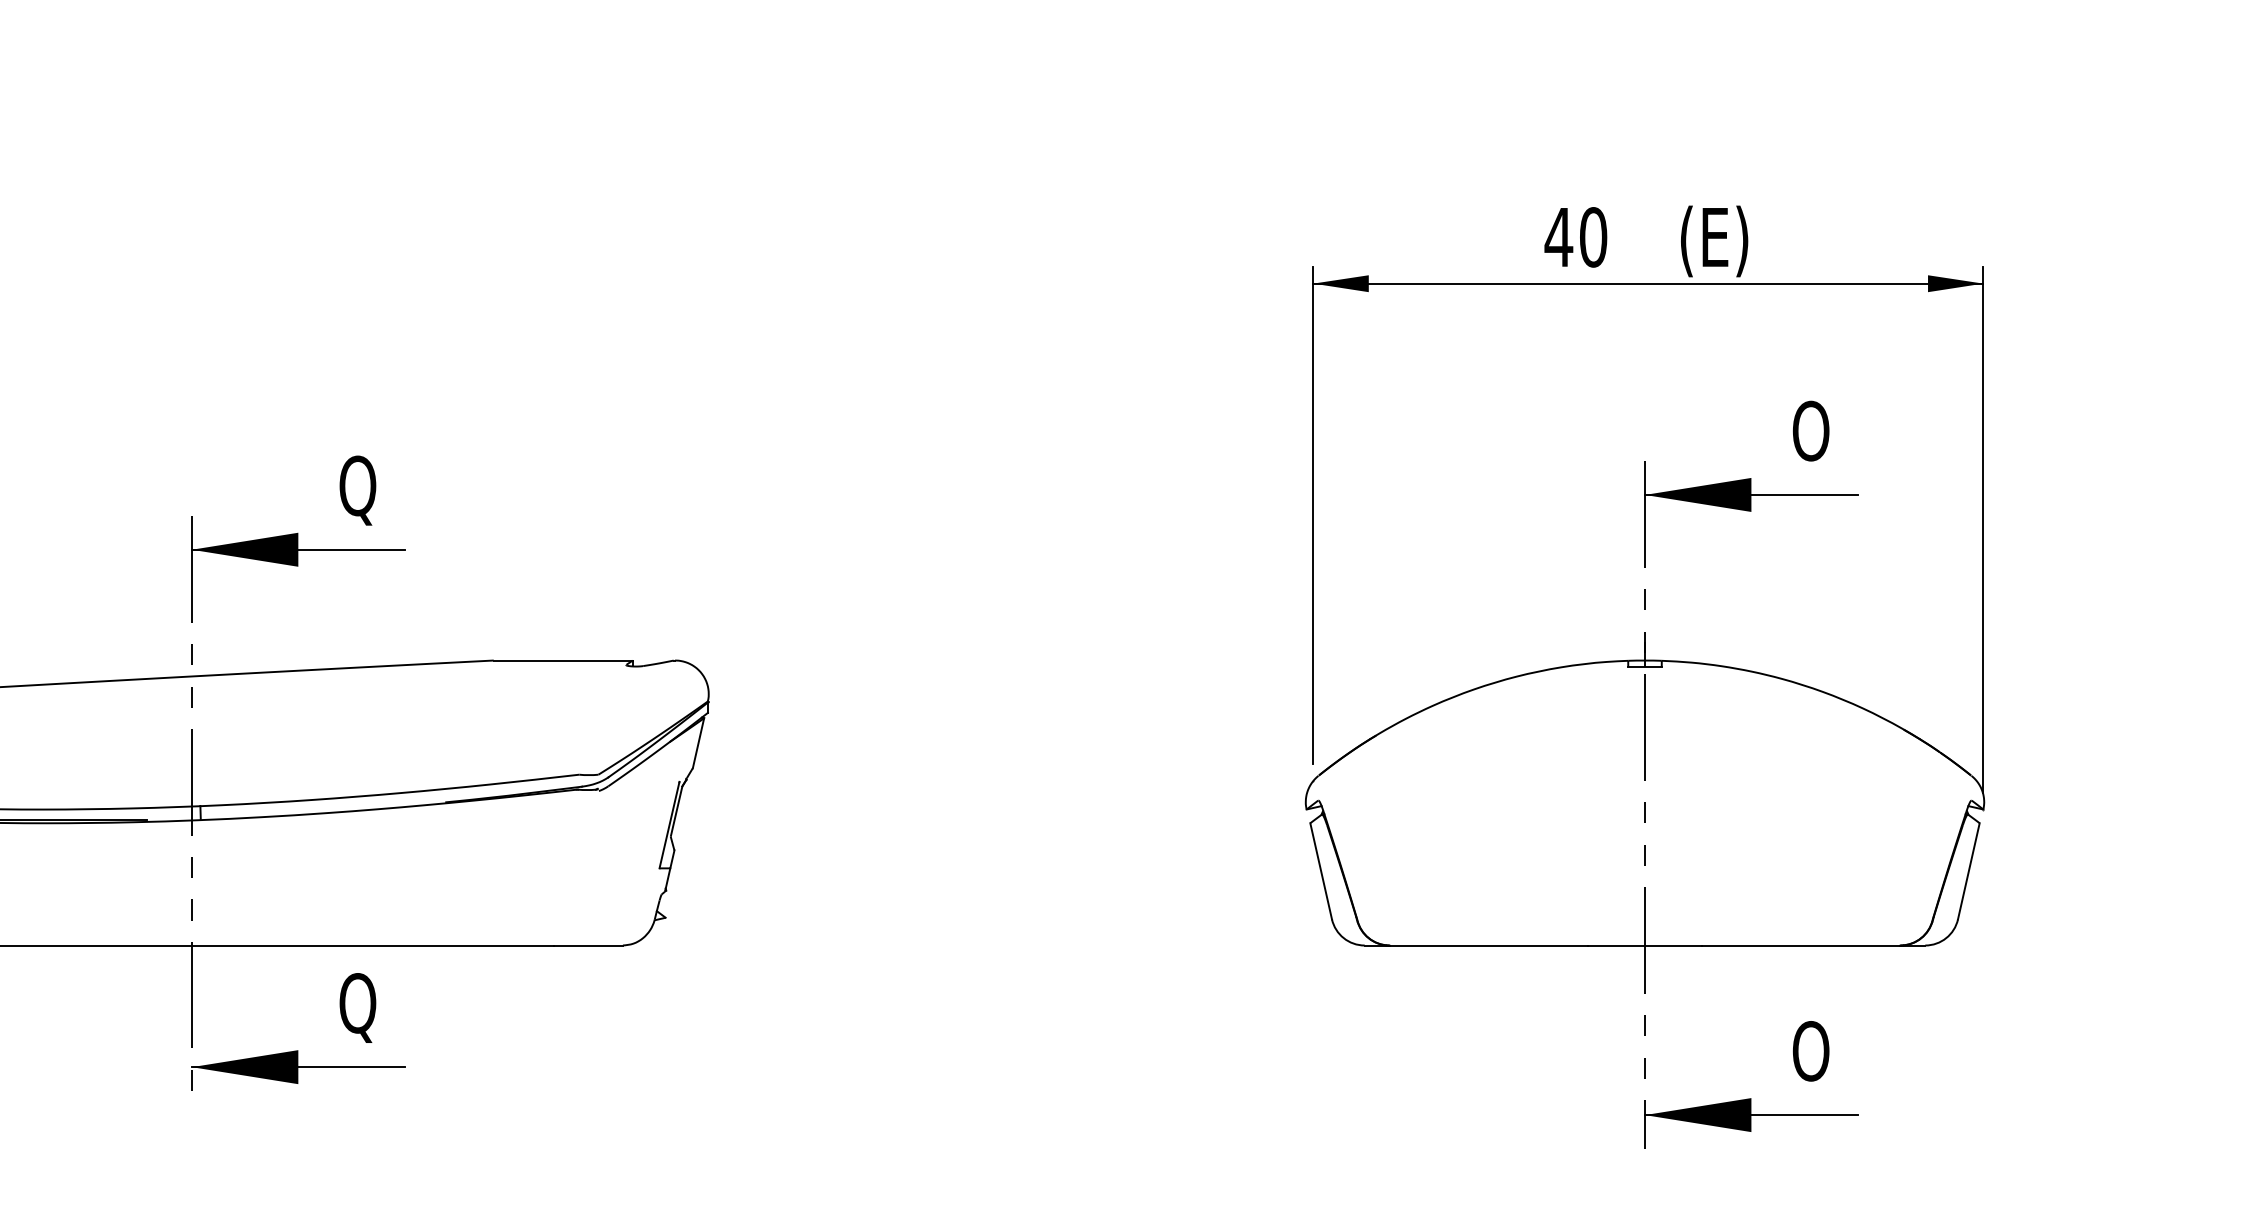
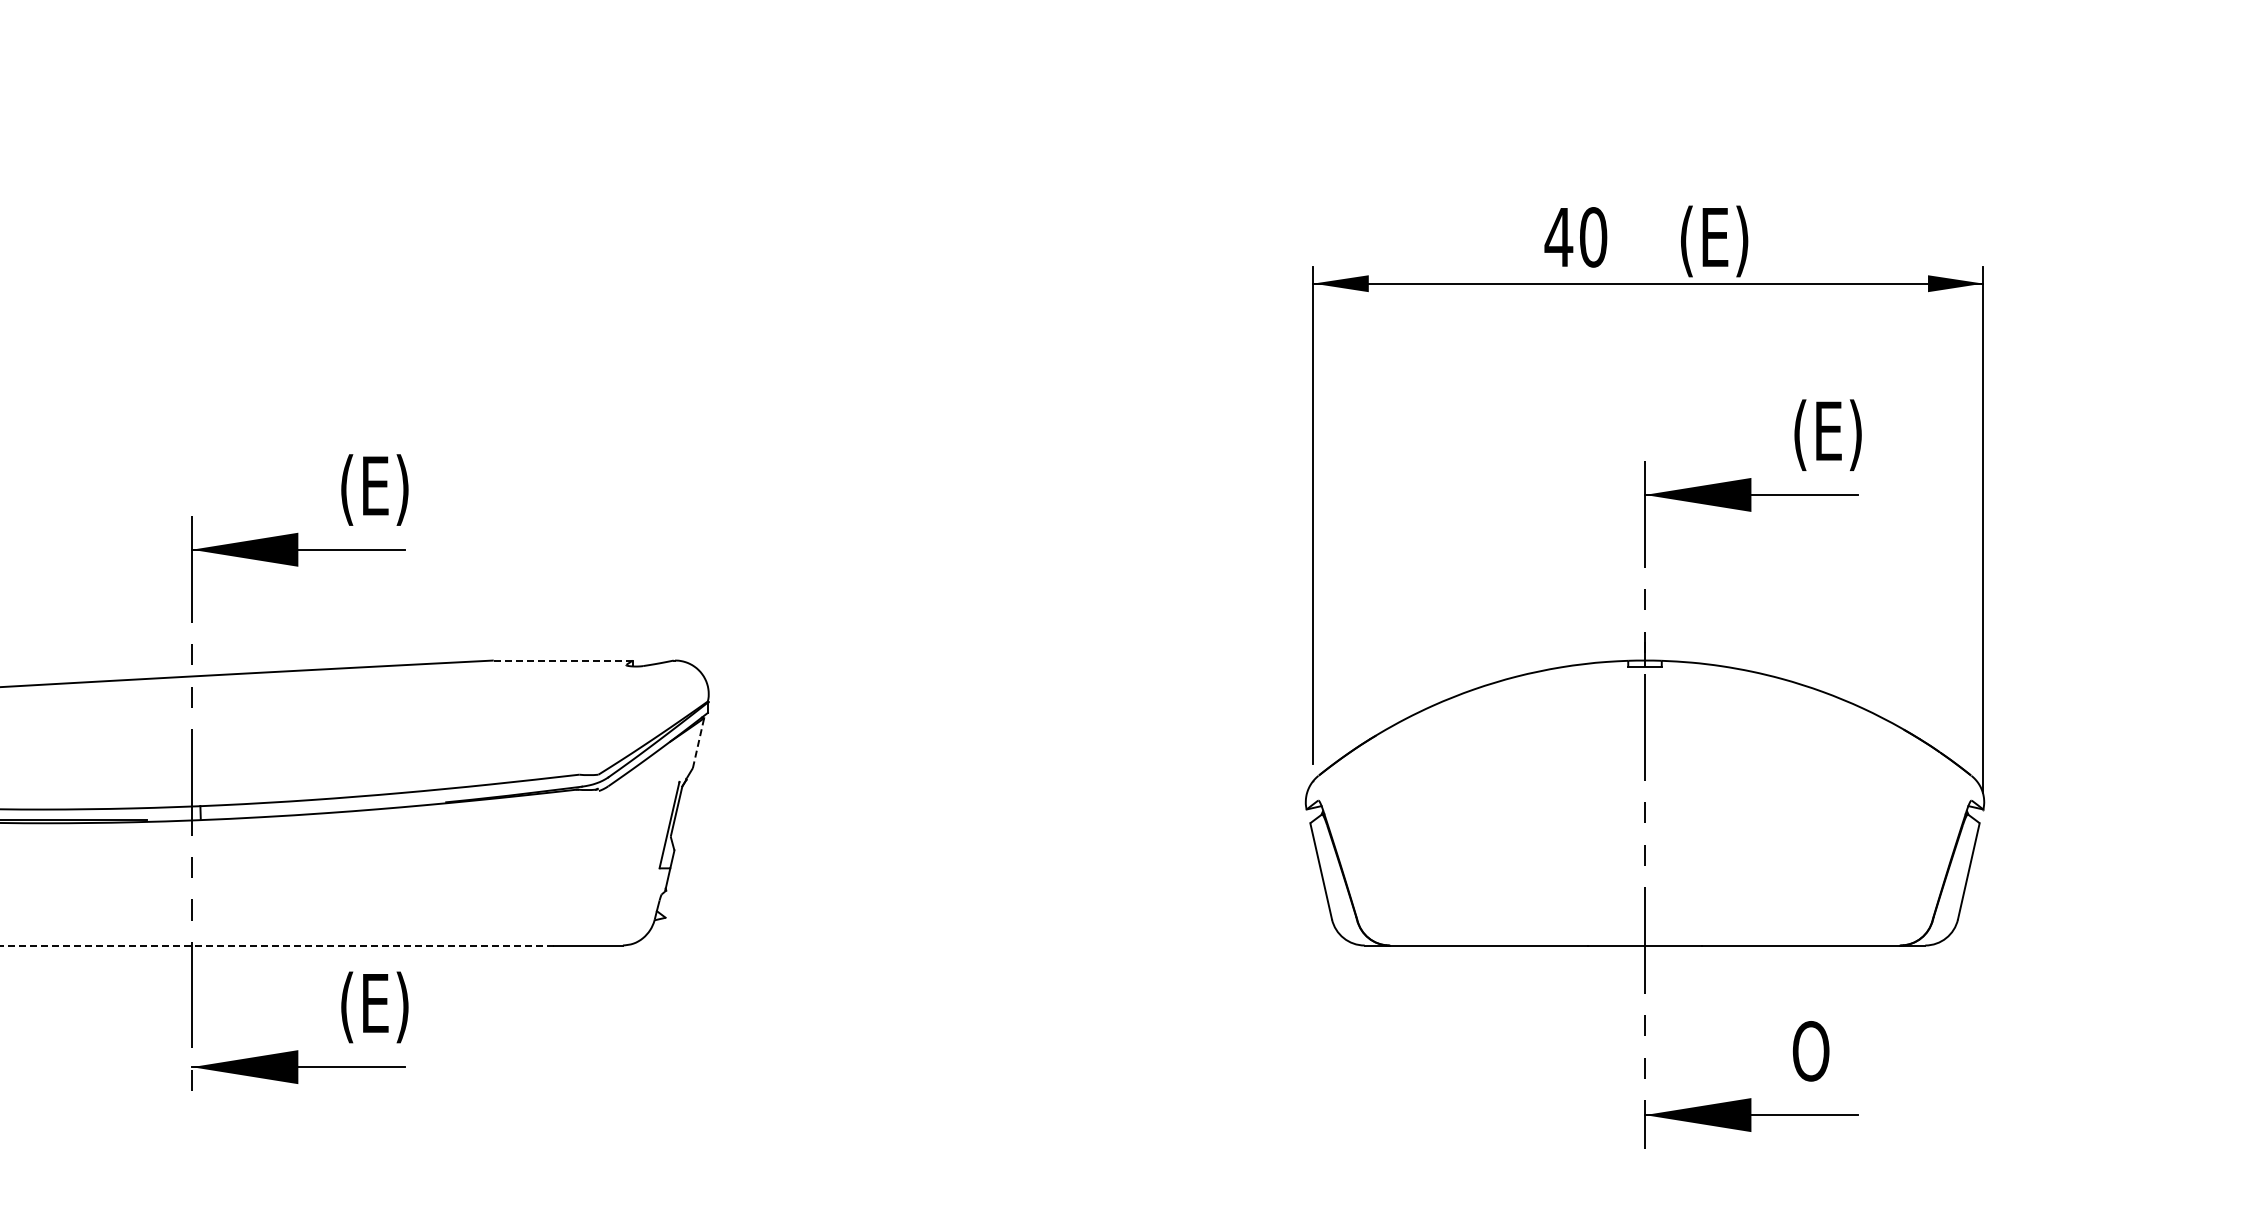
text at (1826, 435): O -> (E)
text at (373, 489): Q -> (E)
line at (562, 660): solid -> dashed
line at (698, 743): solid -> dashed
line at (276, 945): solid -> dashed
text at (373, 1007): Q -> (E)
